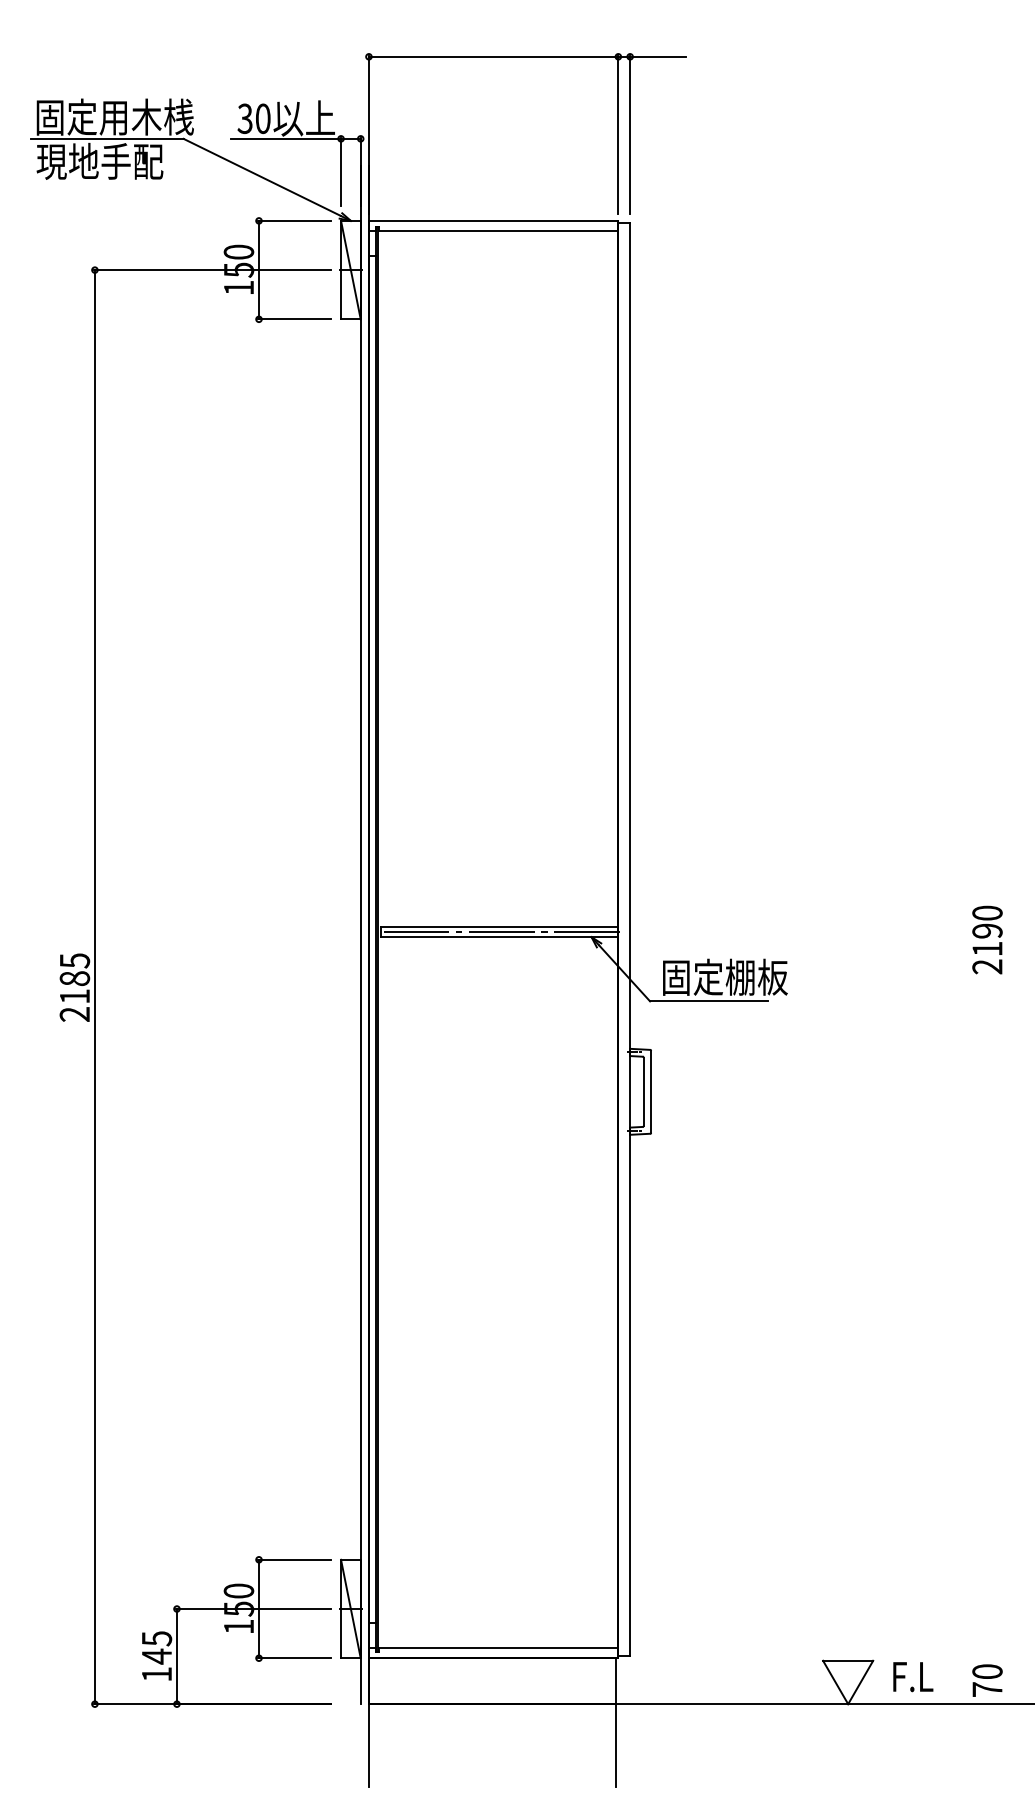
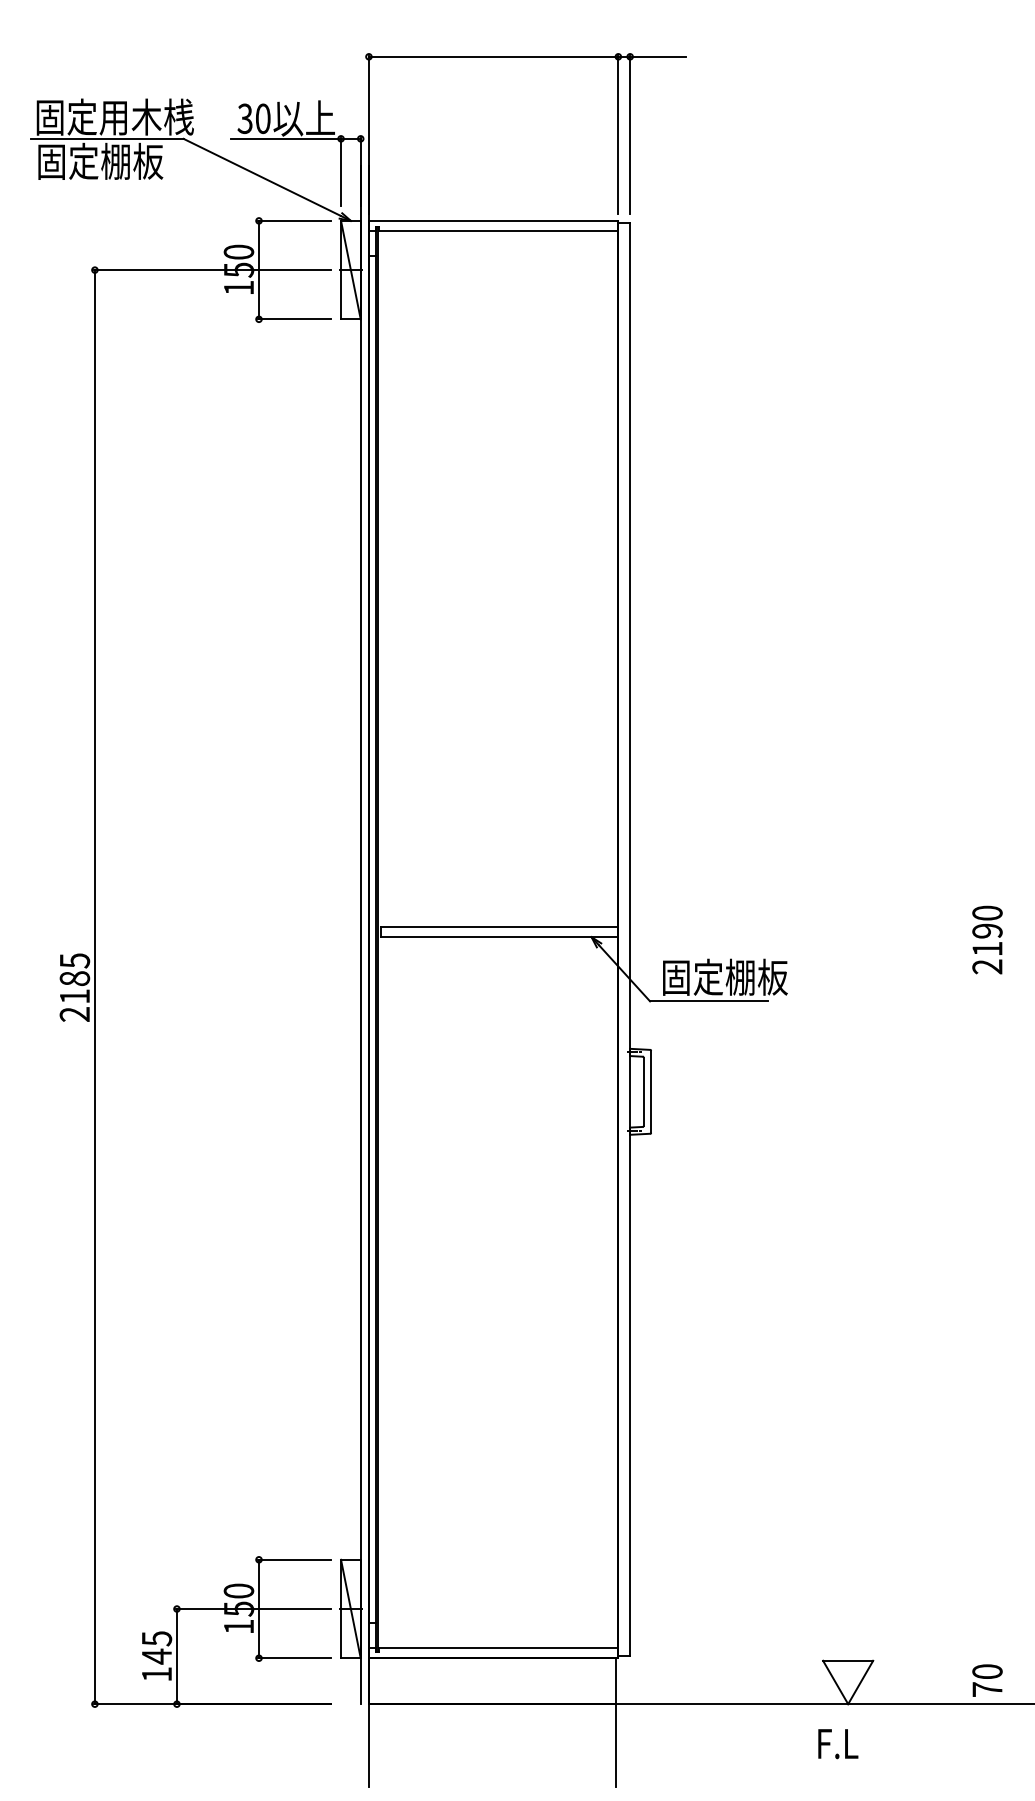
text at (99, 160): 現地手配 -> 固定棚板
line at (498, 932): present -> none
text at (913, 1677) position: (913, 1677) -> (838, 1744)
